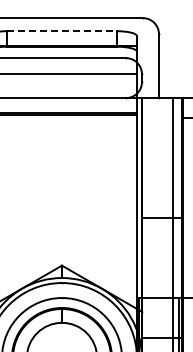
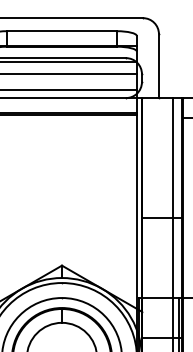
line at (62, 31): dashed -> solid
line at (69, 61): none -> present
line at (69, 90): none -> present
